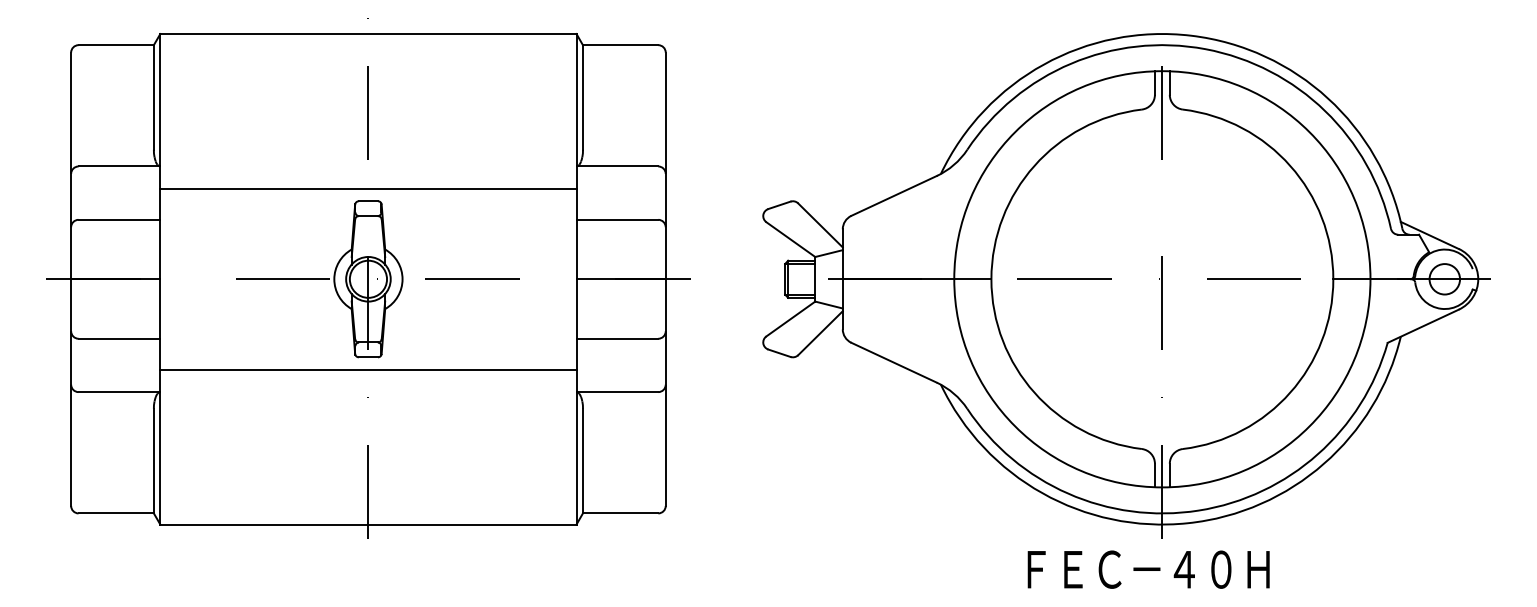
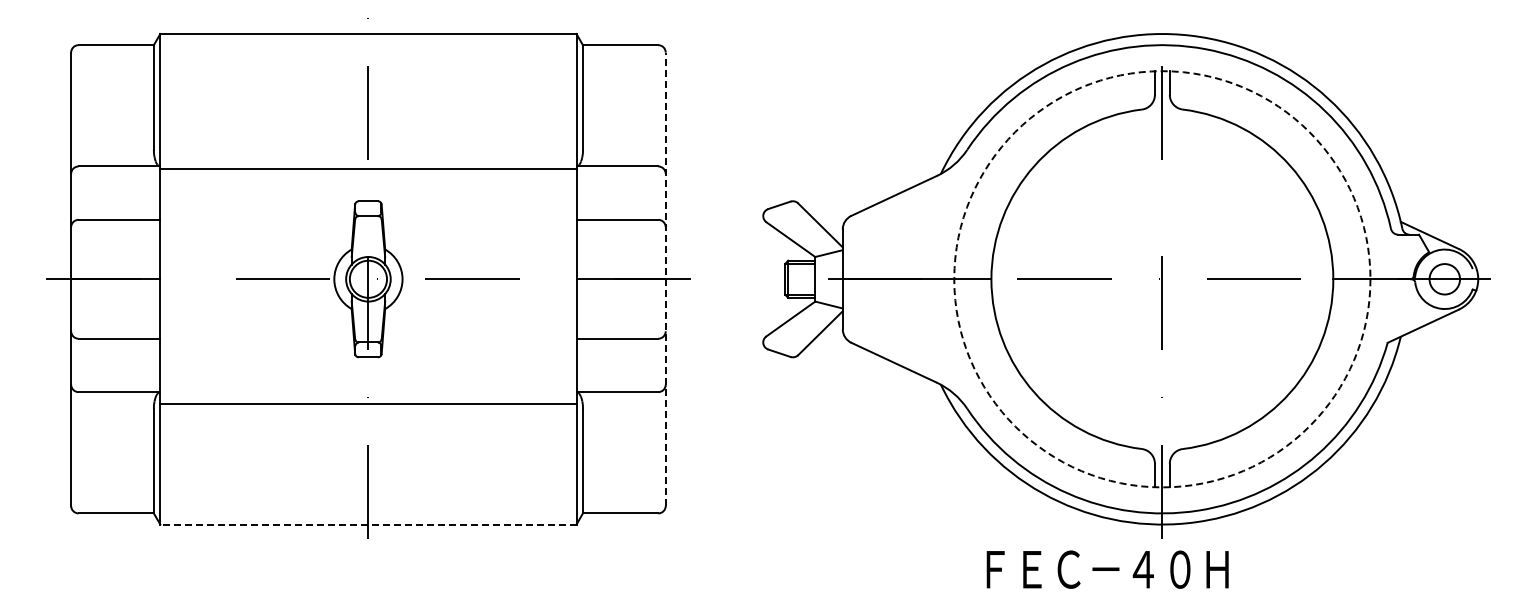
line at (368, 189) position: (368, 189) -> (368, 169)
line at (665, 279): solid -> dashed
circle at (1162, 279): solid -> dashed
line at (368, 369) position: (368, 369) -> (368, 403)
line at (367, 524): solid -> dashed
text at (1148, 569) position: (1148, 569) -> (1107, 569)
